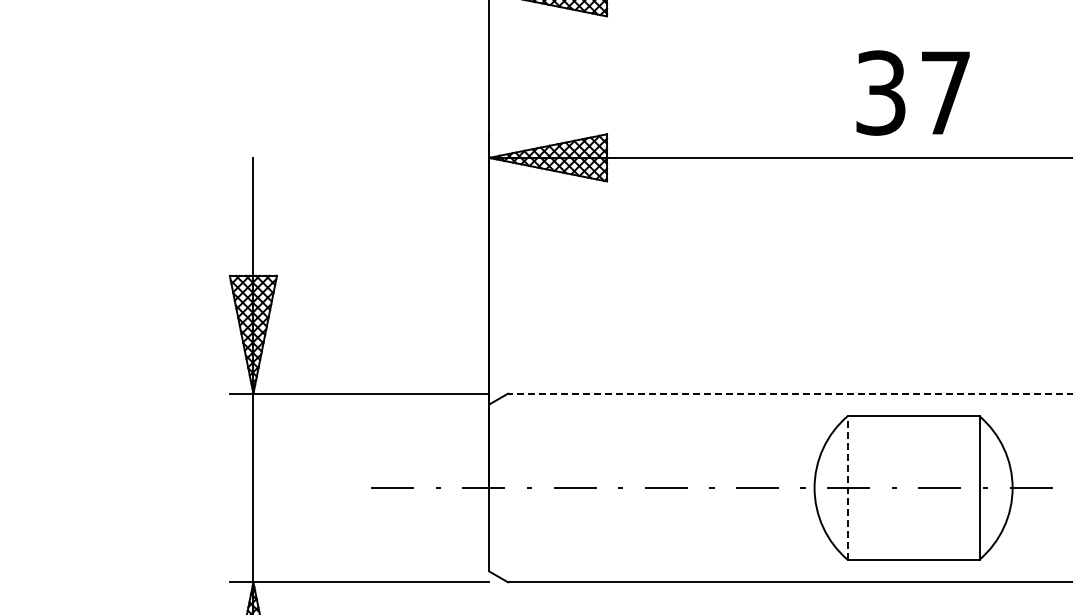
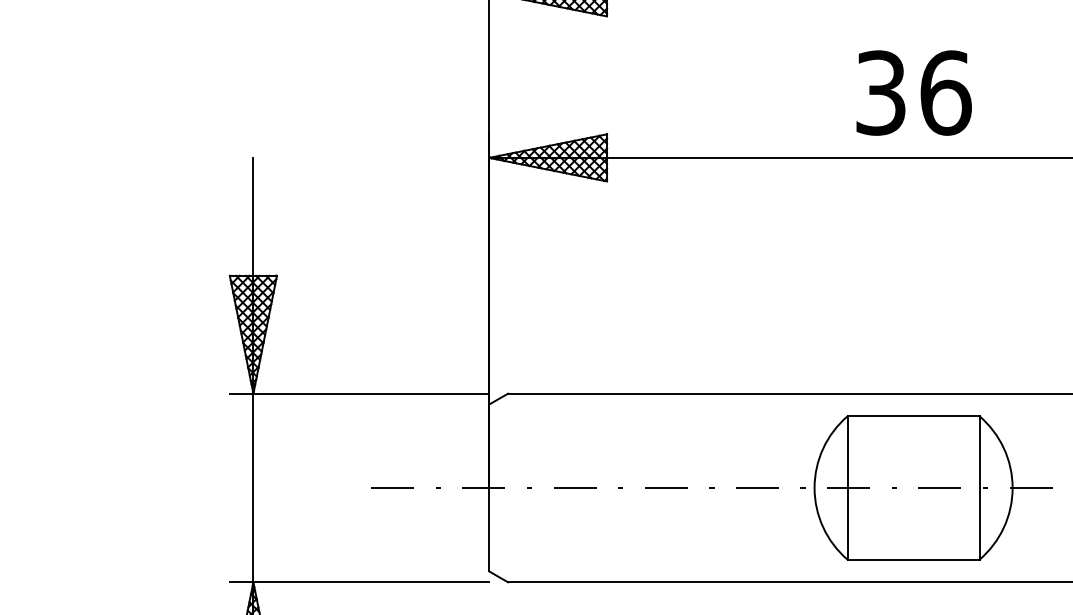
text at (945, 92): 37 -> 36
line at (790, 393): dashed -> solid
line at (847, 488): dashed -> solid
